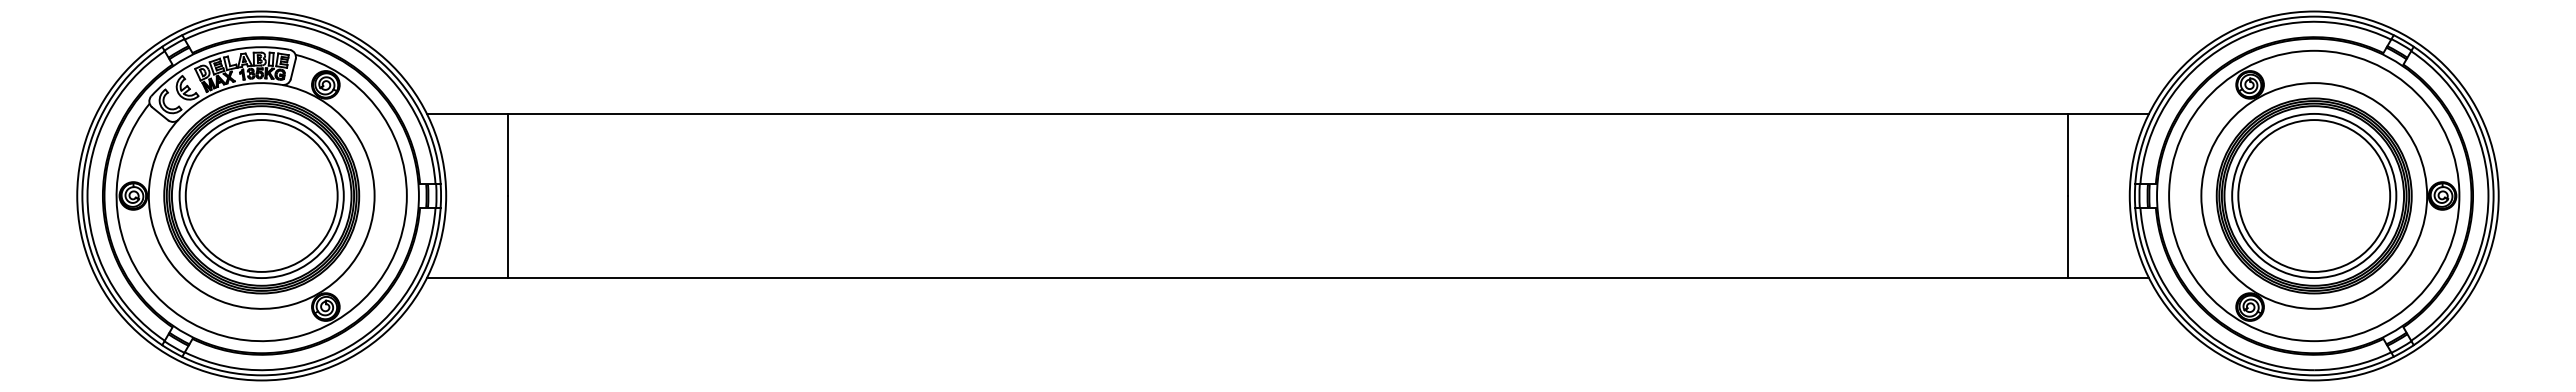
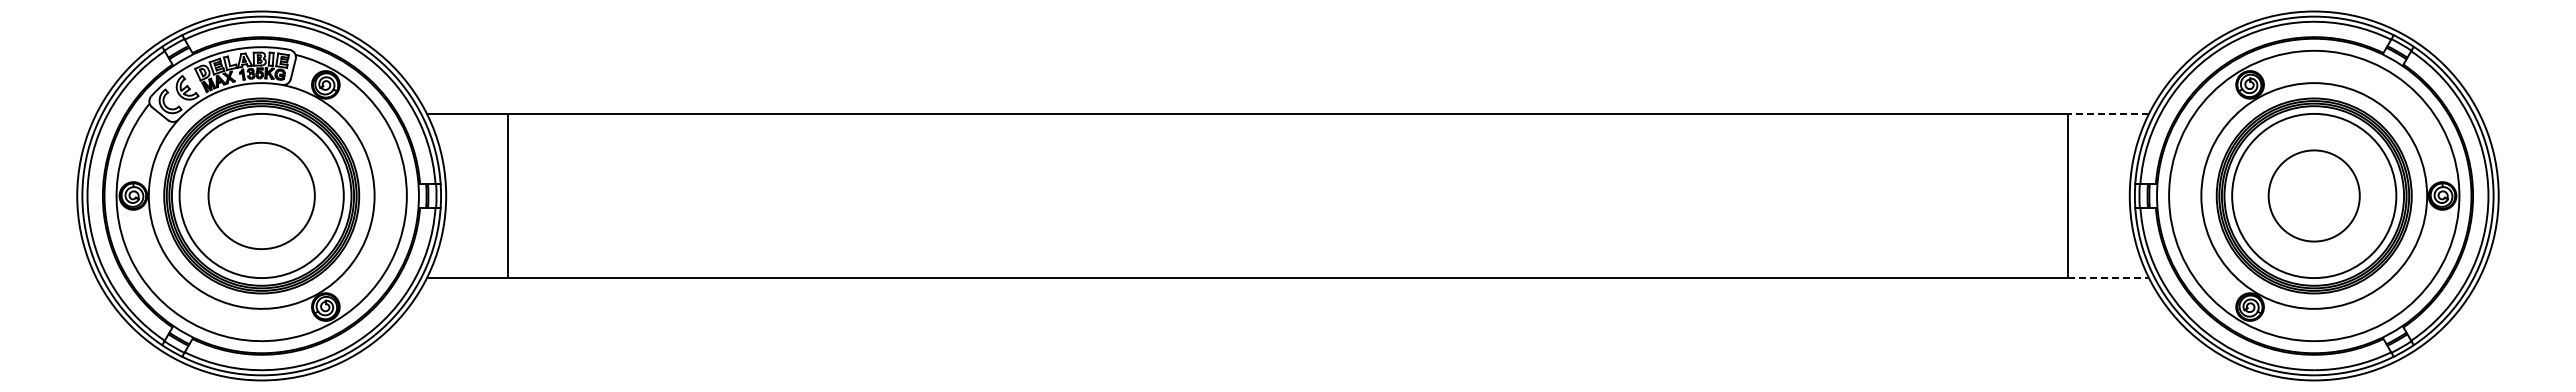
line at (2108, 113): solid -> dashed
circle at (261, 195) diameter: 152 px -> 106 px
circle at (2314, 195) diameter: 152 px -> 91 px
line at (2108, 278): solid -> dashed
